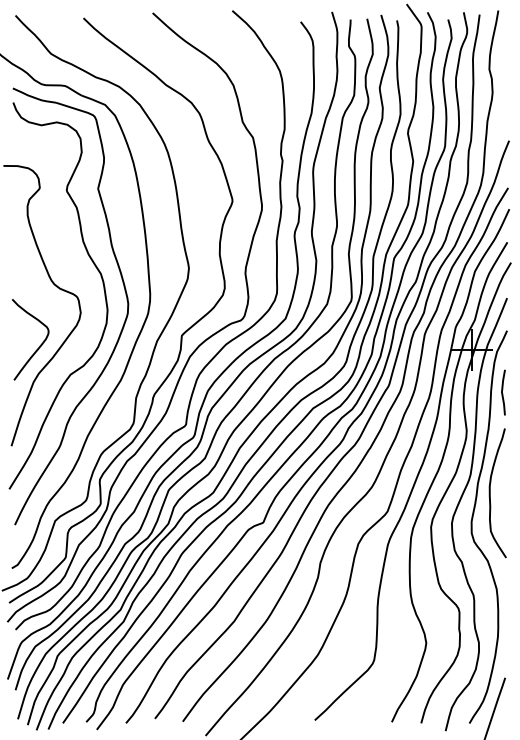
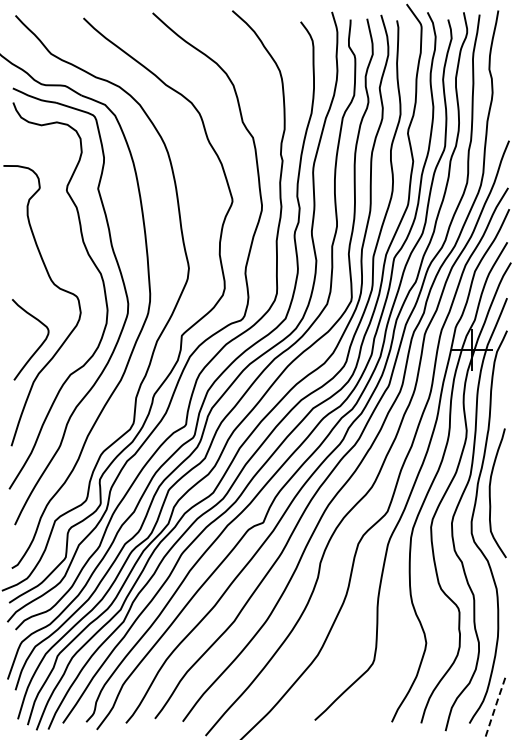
line at (502, 392): present -> none
line at (495, 707): solid -> dashed
